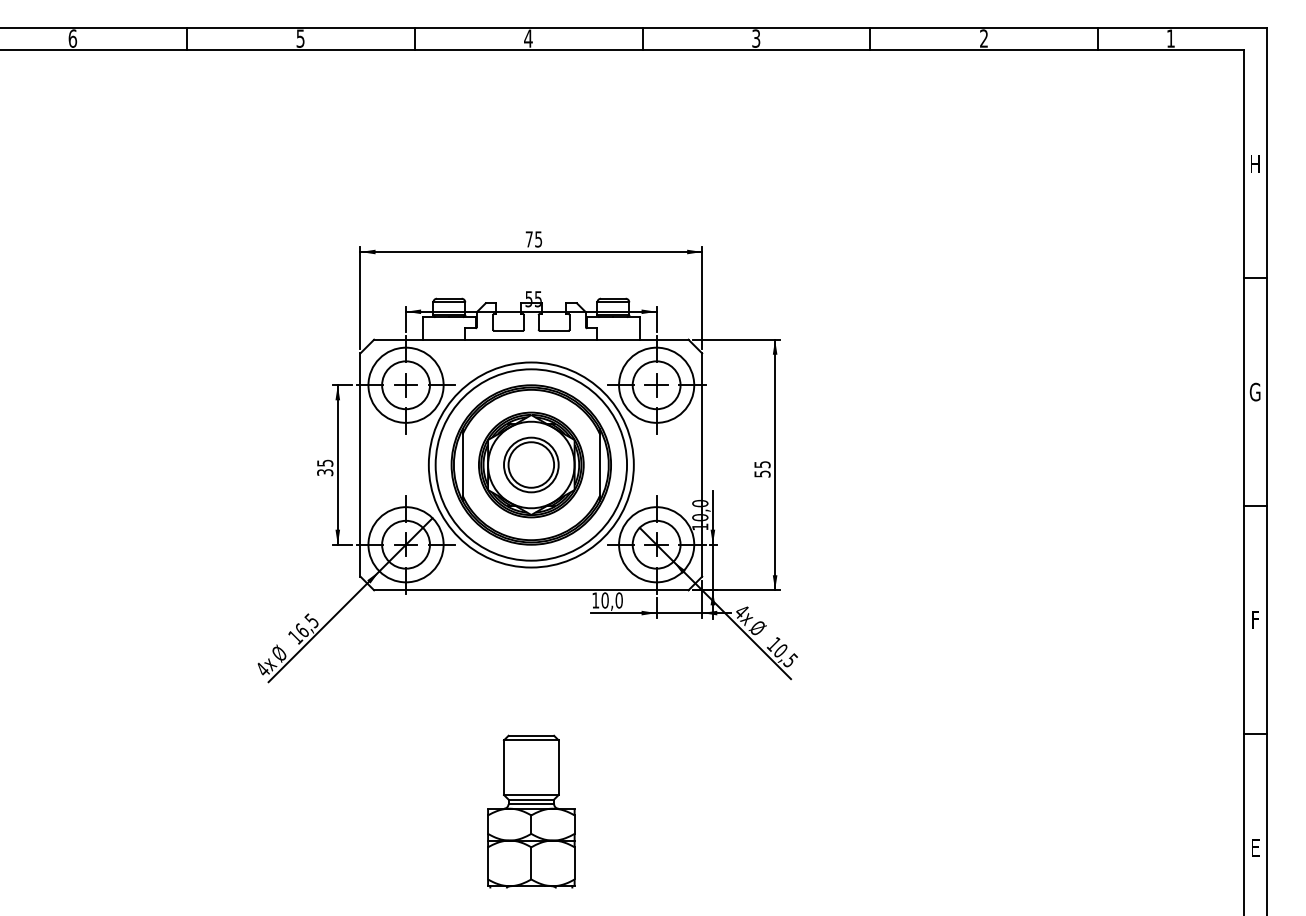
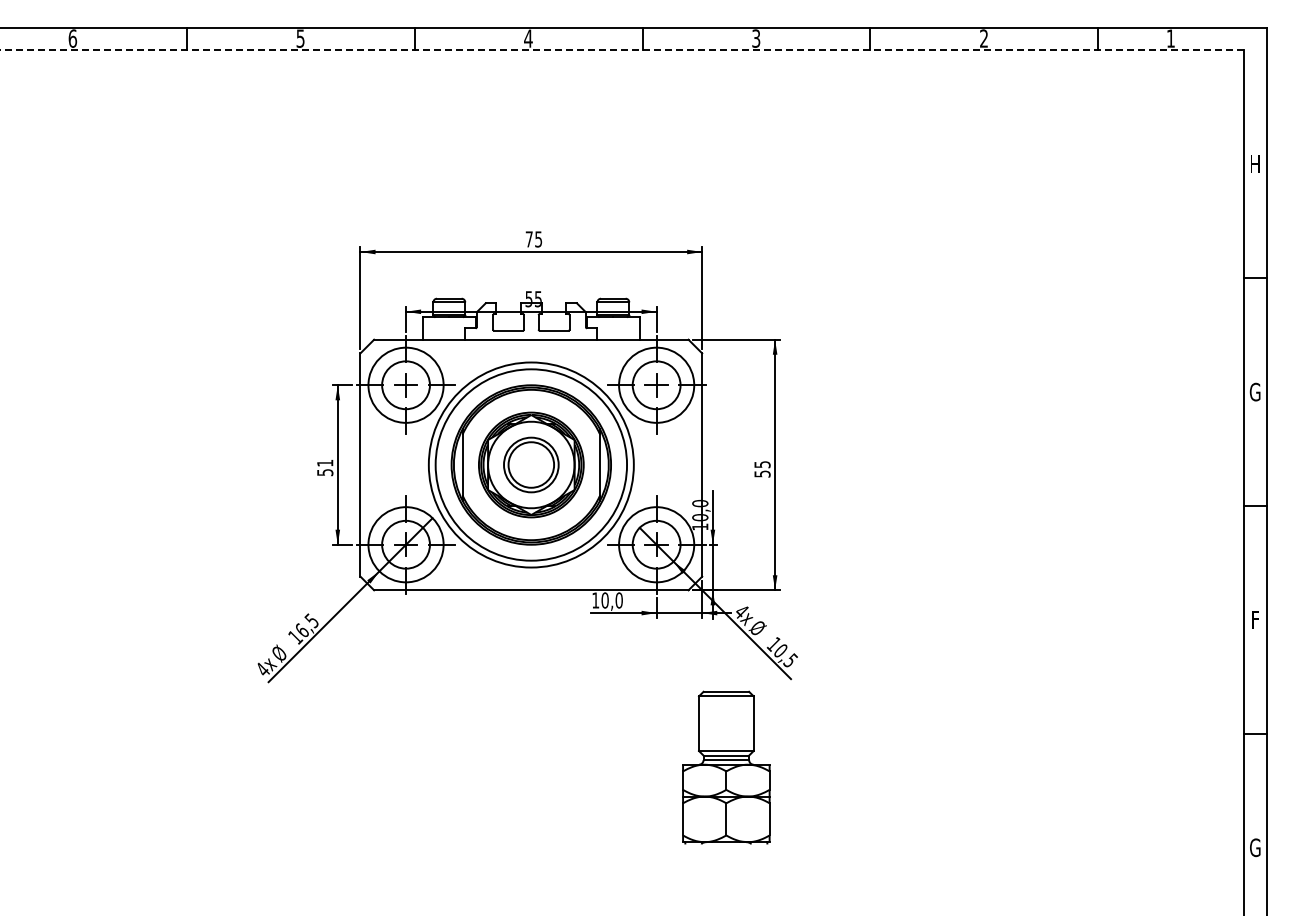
line at (622, 50): solid -> dashed
text at (325, 467): 35 -> 51
part at (531, 811) position: (531, 811) -> (726, 767)
text at (1255, 847): E -> G
